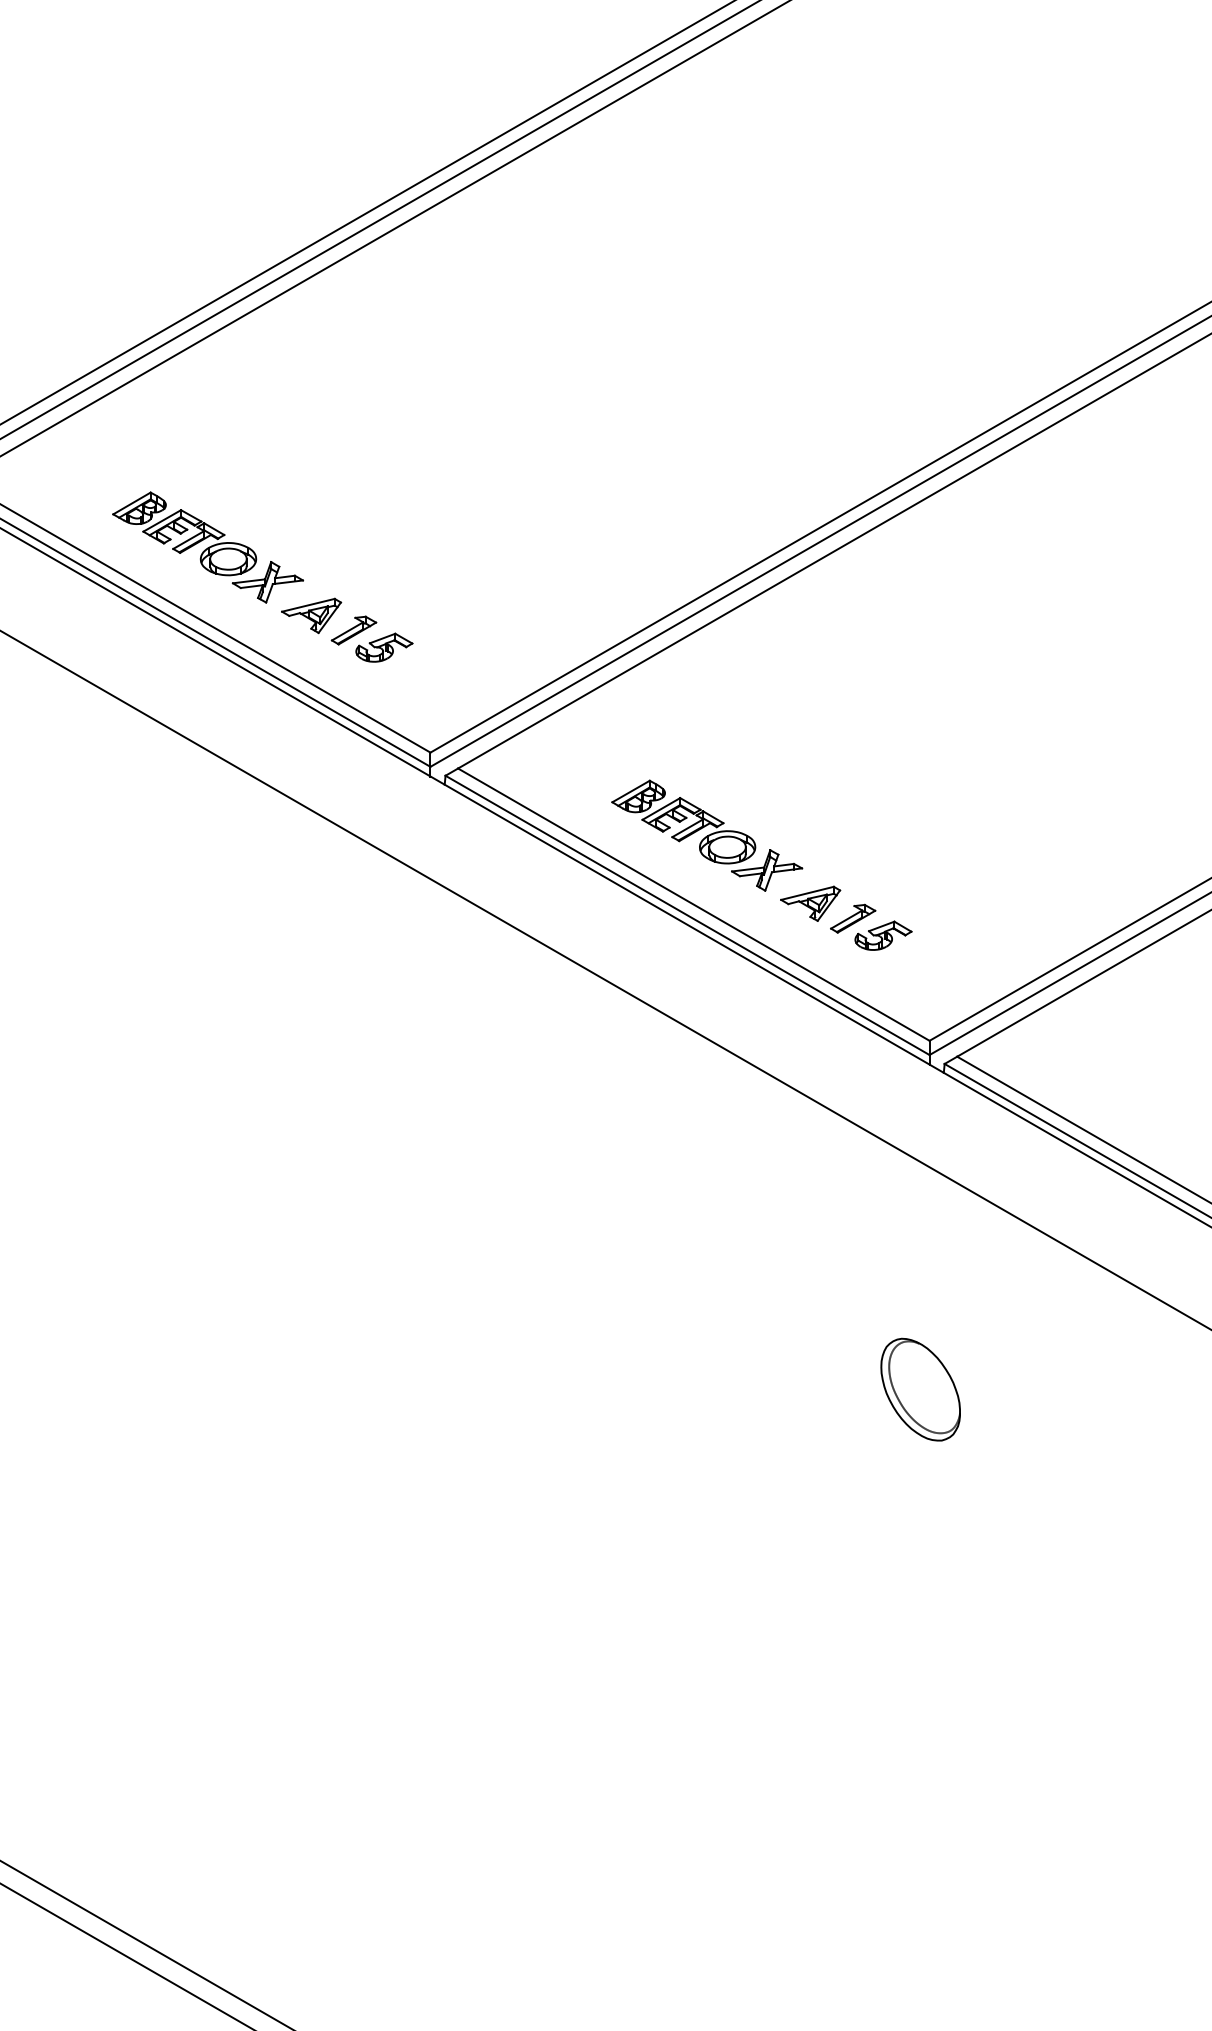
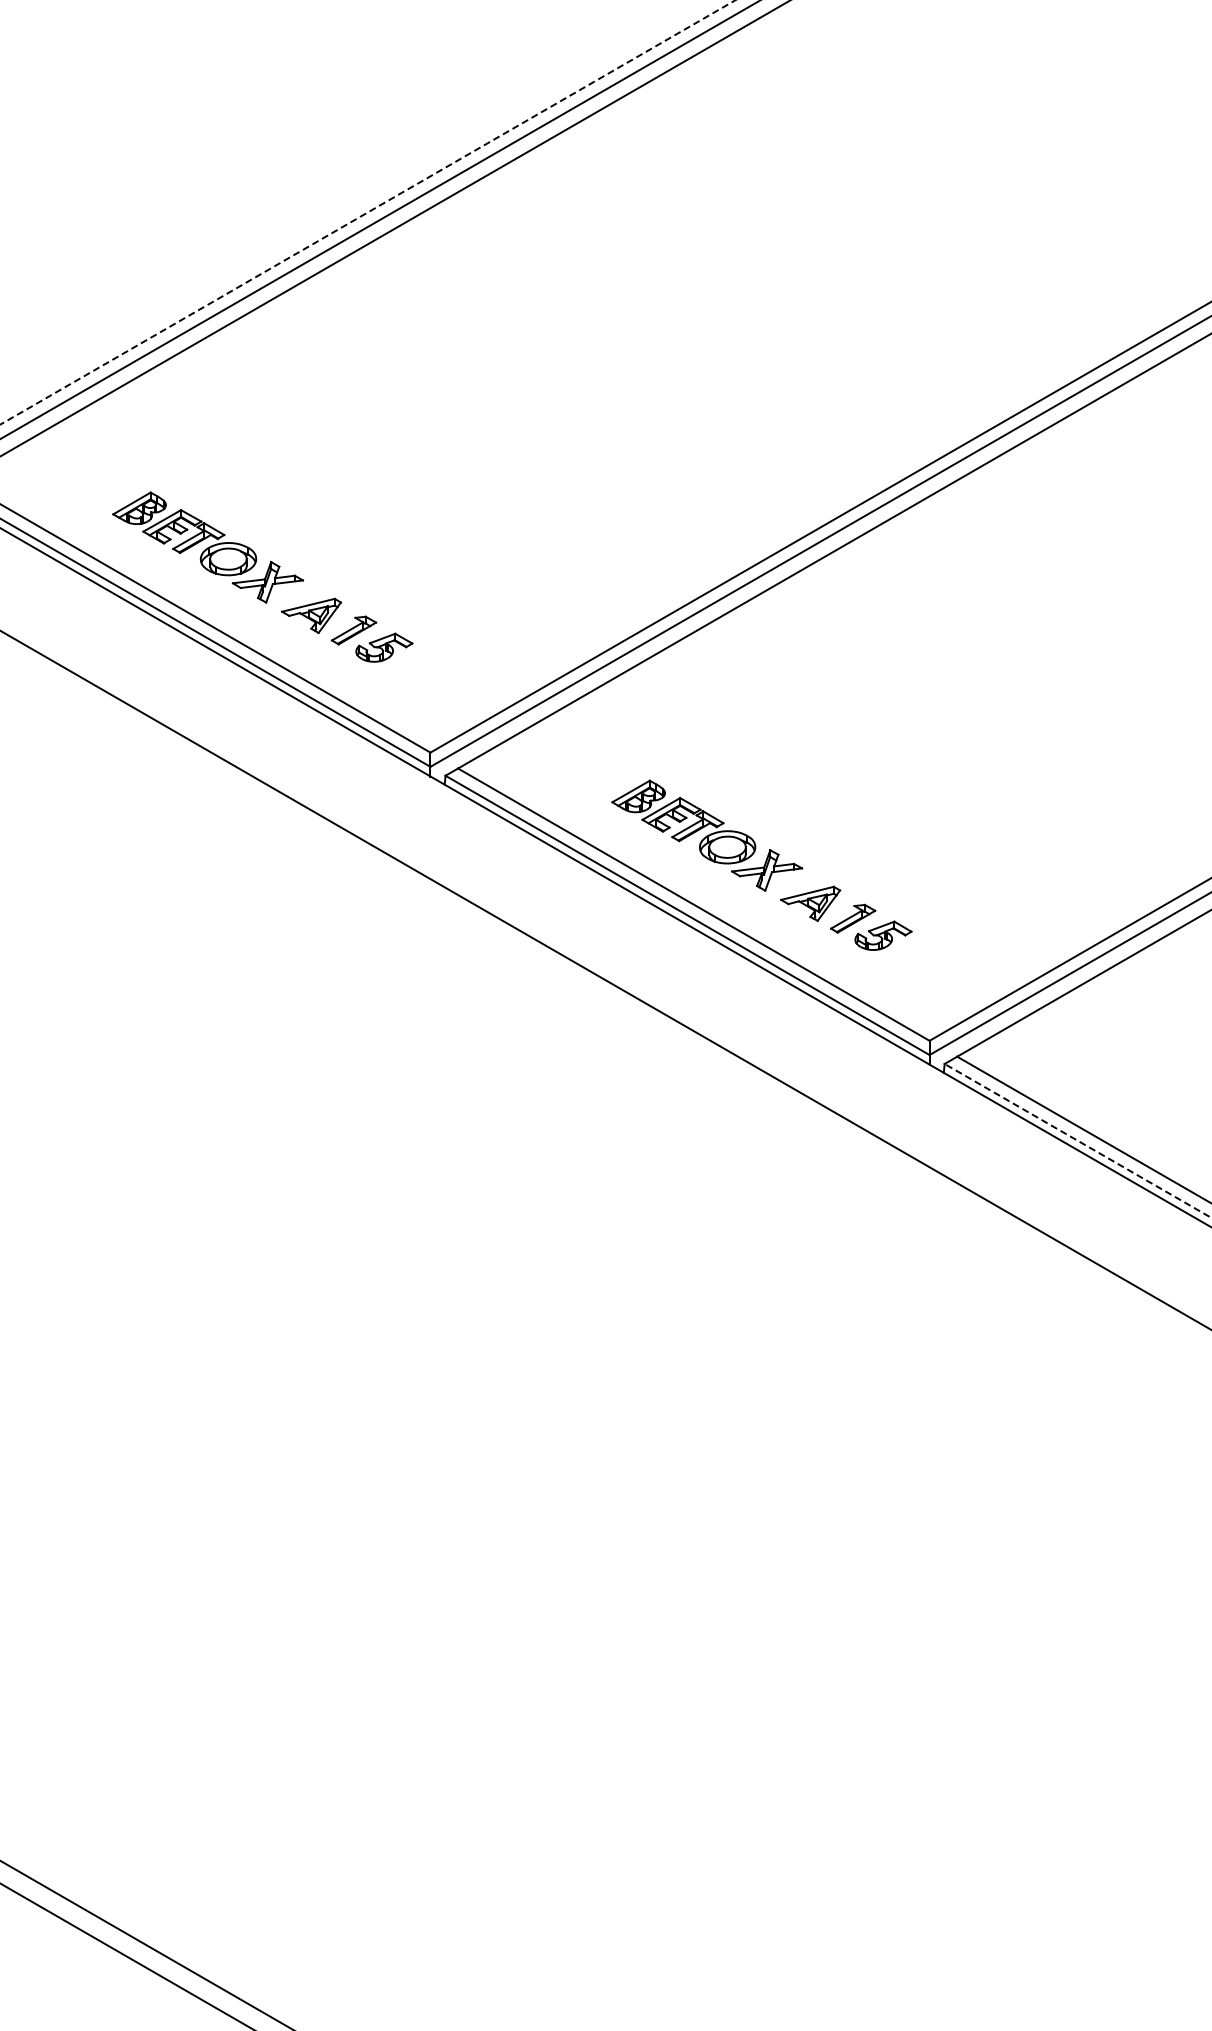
line at (368, 212): solid -> dashed
line at (1078, 1140): solid -> dashed
part at (920, 1389): present -> none
